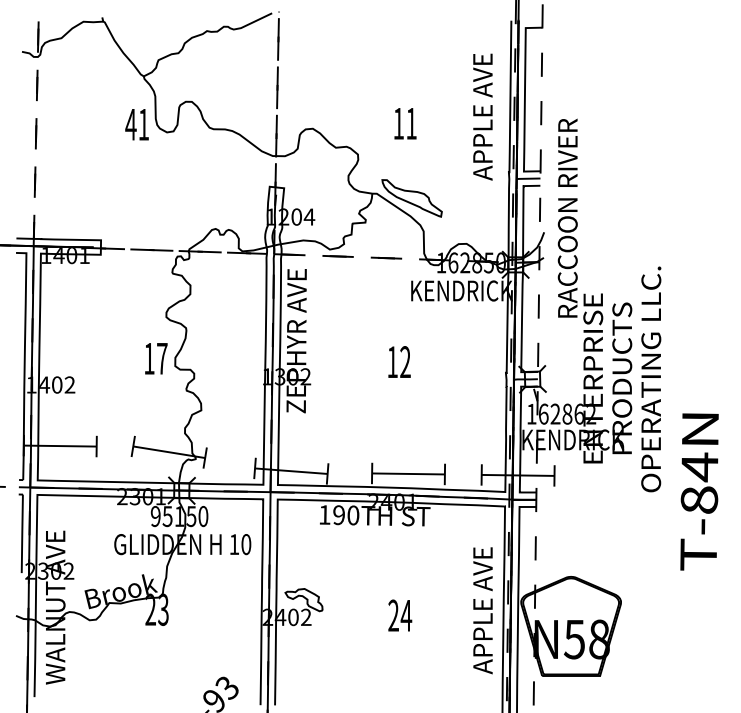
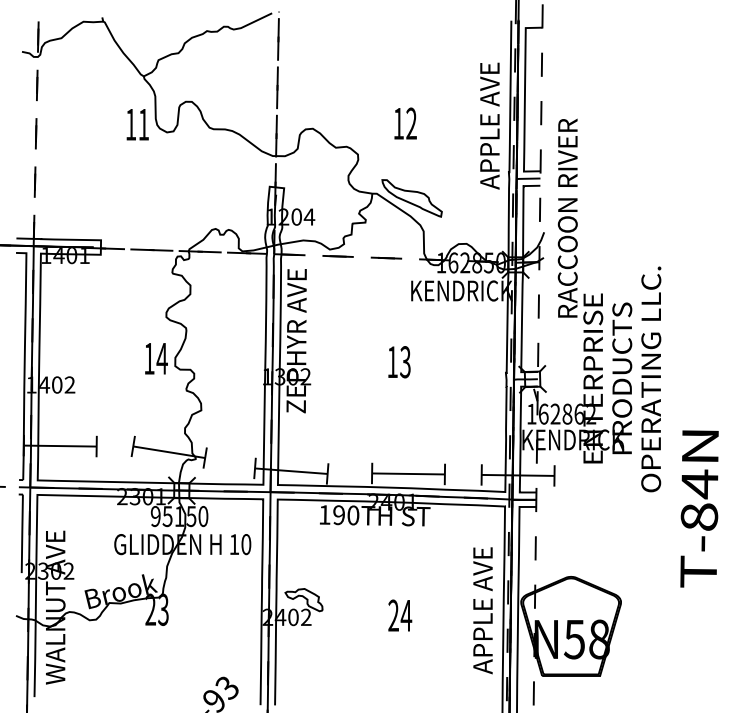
text at (482, 116) position: (482, 116) -> (489, 125)
text at (411, 123): 11 -> 12
text at (130, 124): 41 -> 11
text at (161, 358): 17 -> 14
text at (405, 362): 12 -> 13
text at (699, 491) position: (699, 491) -> (699, 508)
